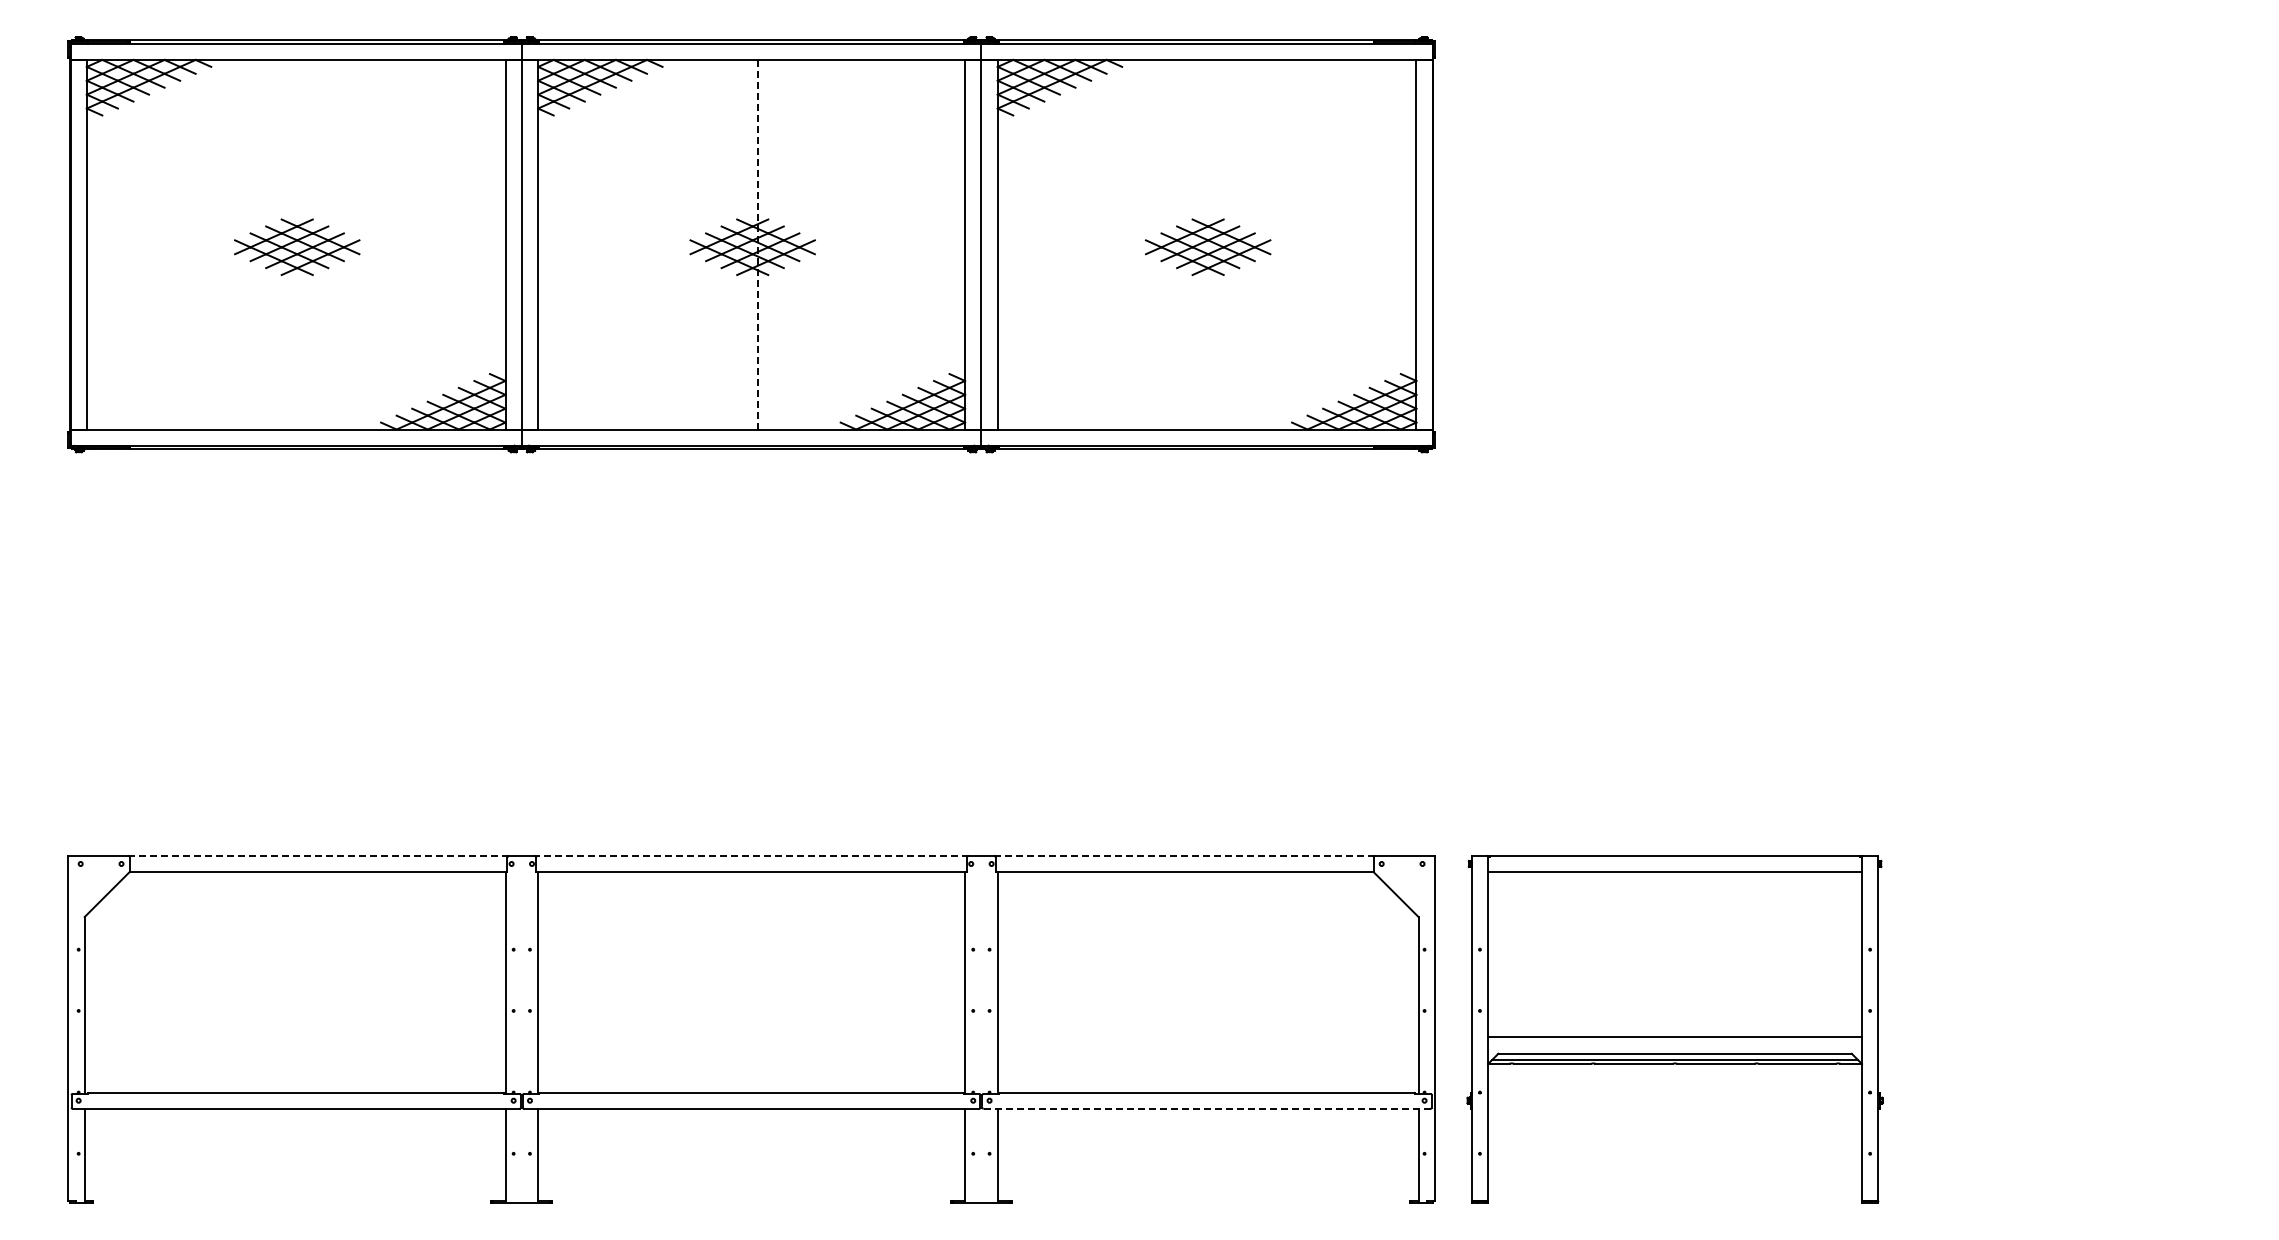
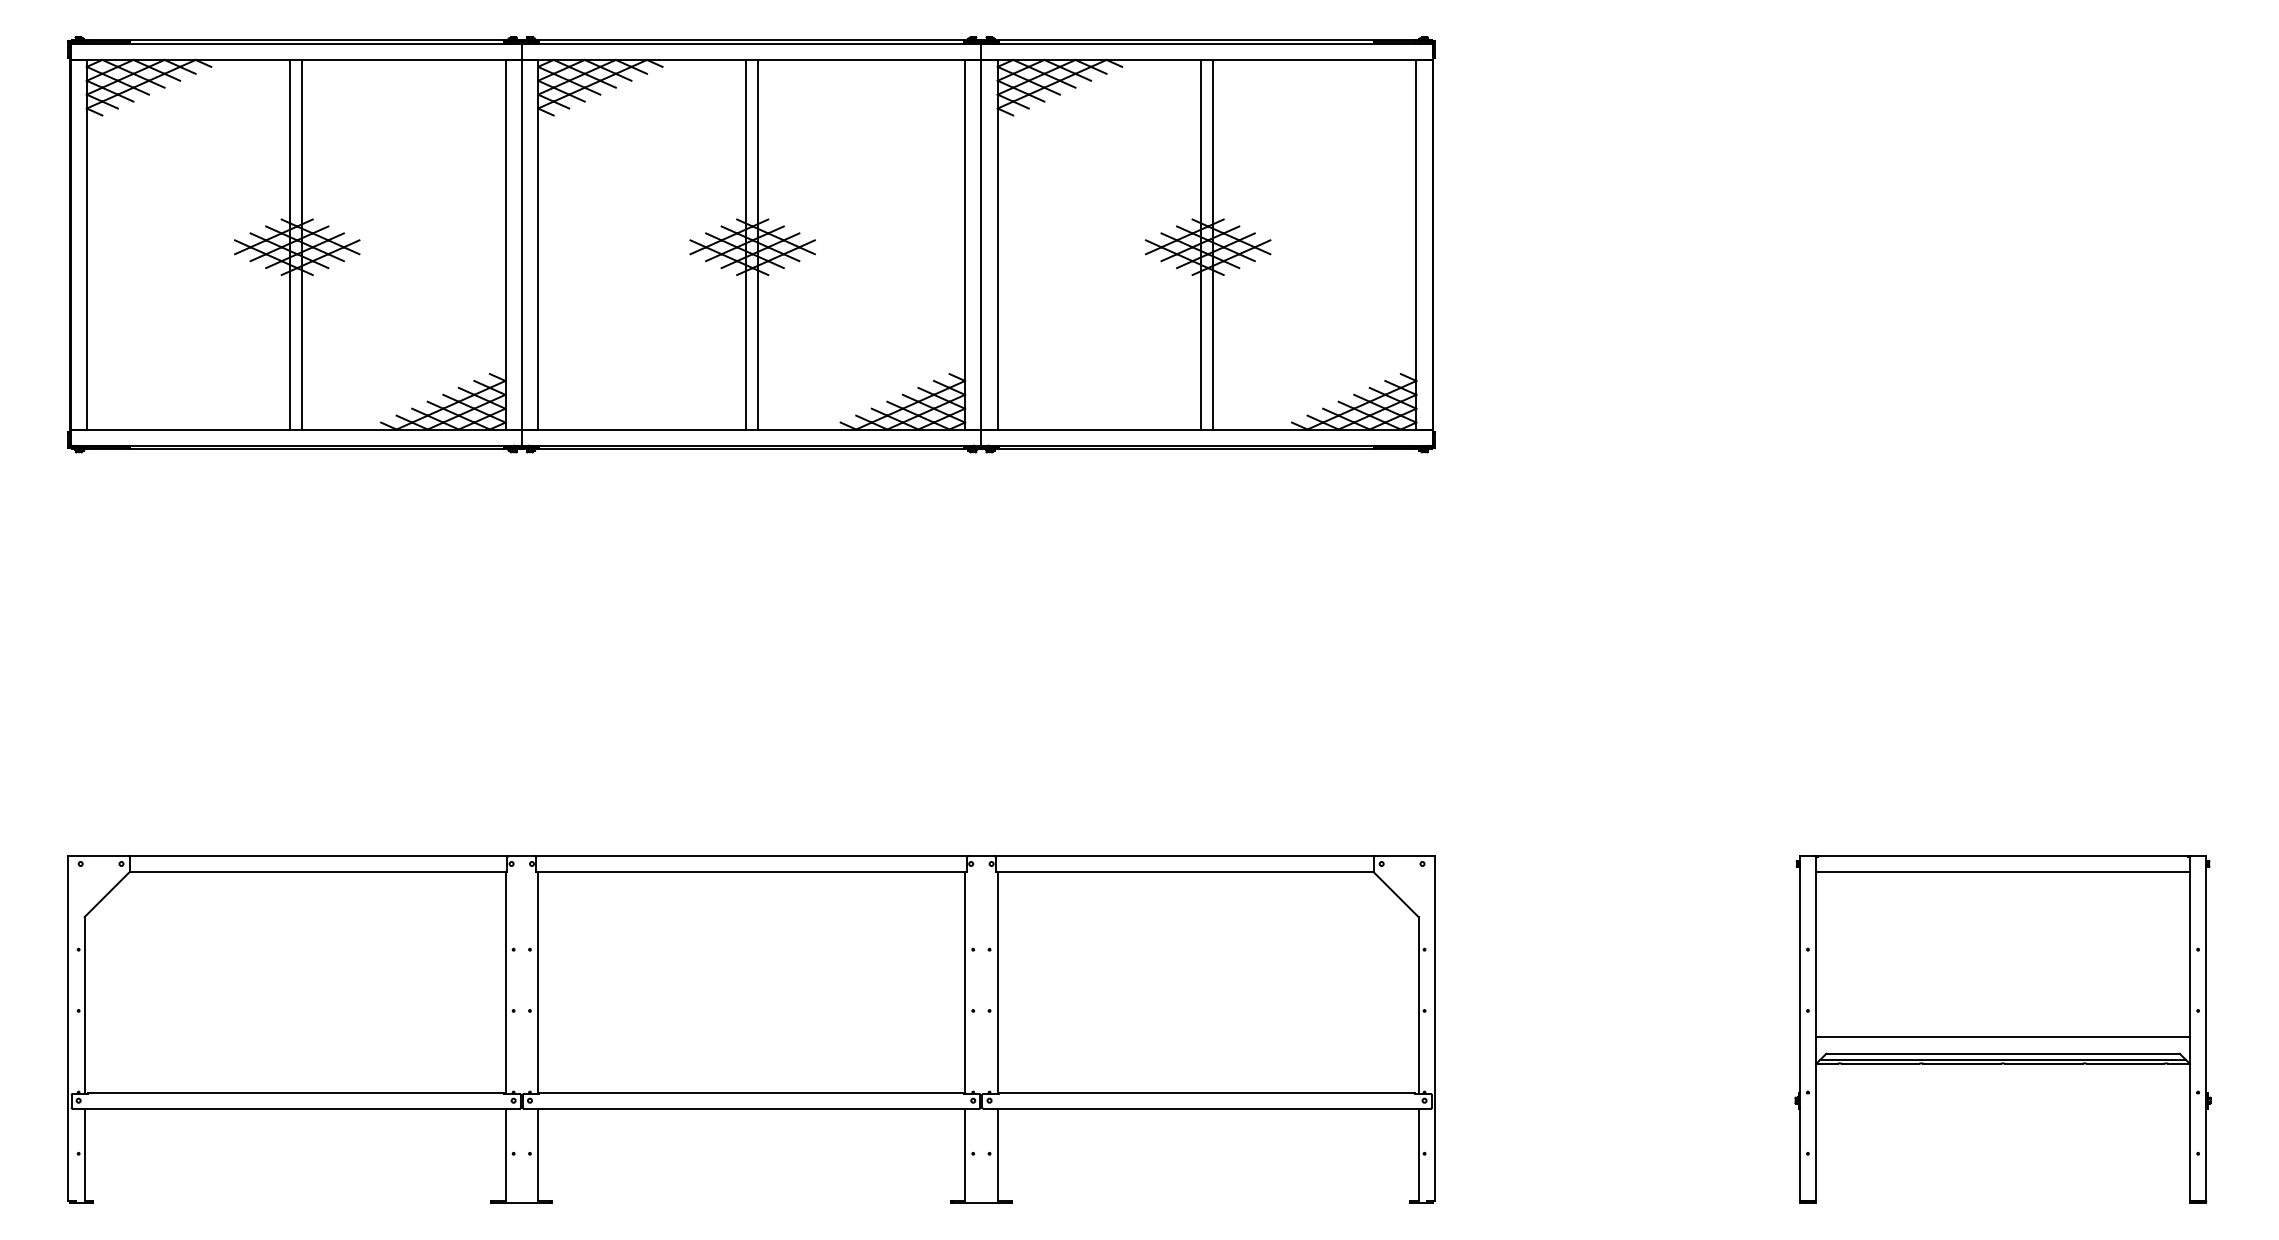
line at (290, 244): none -> present
line at (302, 244): none -> present
line at (745, 244): none -> present
line at (757, 244): dashed -> solid
line at (1200, 244): none -> present
line at (1213, 244): none -> present
line at (318, 855): dashed -> solid
line at (751, 855): dashed -> solid
line at (1184, 855): dashed -> solid
part at (1674, 1029) position: (1674, 1029) -> (2002, 1029)
line at (1207, 1108): dashed -> solid
